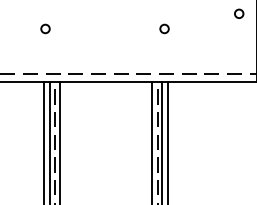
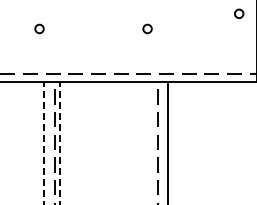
circle at (45, 28) position: (45, 28) -> (39, 28)
circle at (164, 28) position: (164, 28) -> (147, 28)
line at (49, 141): present -> none
line at (151, 141): present -> none
line at (162, 141): present -> none
line at (43, 142): solid -> dashed
line at (60, 142): solid -> dashed
